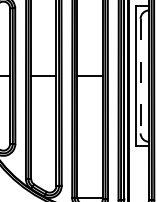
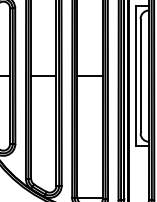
line at (140, 76): dashed -> solid
